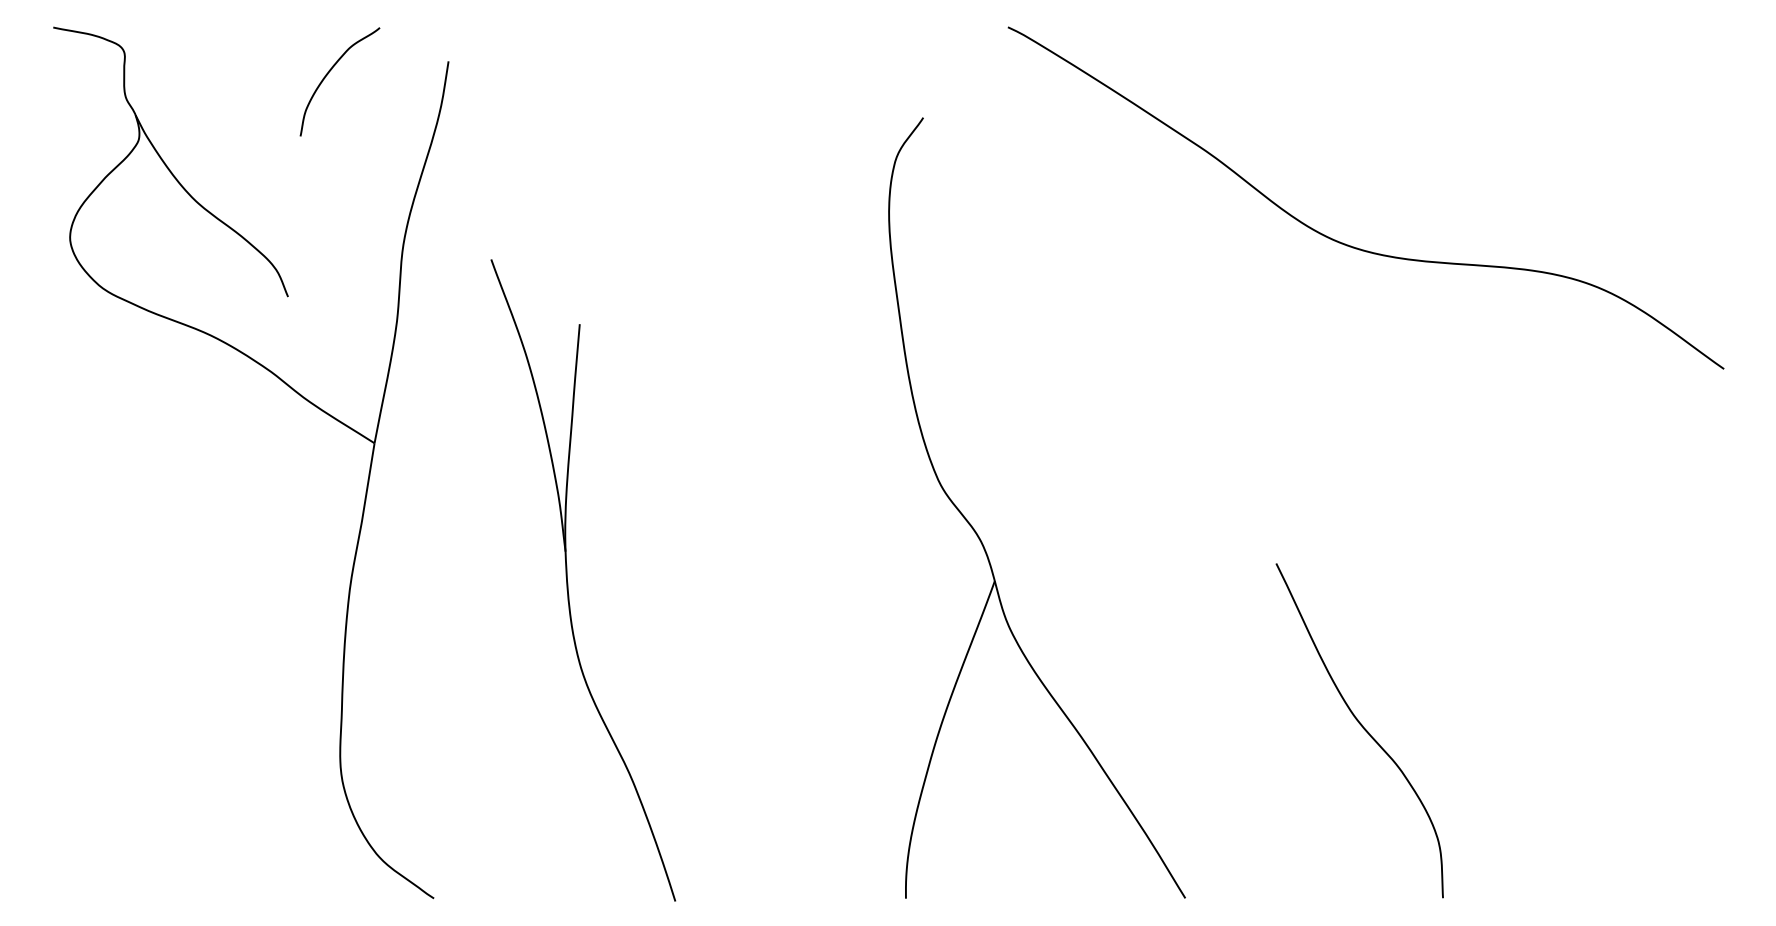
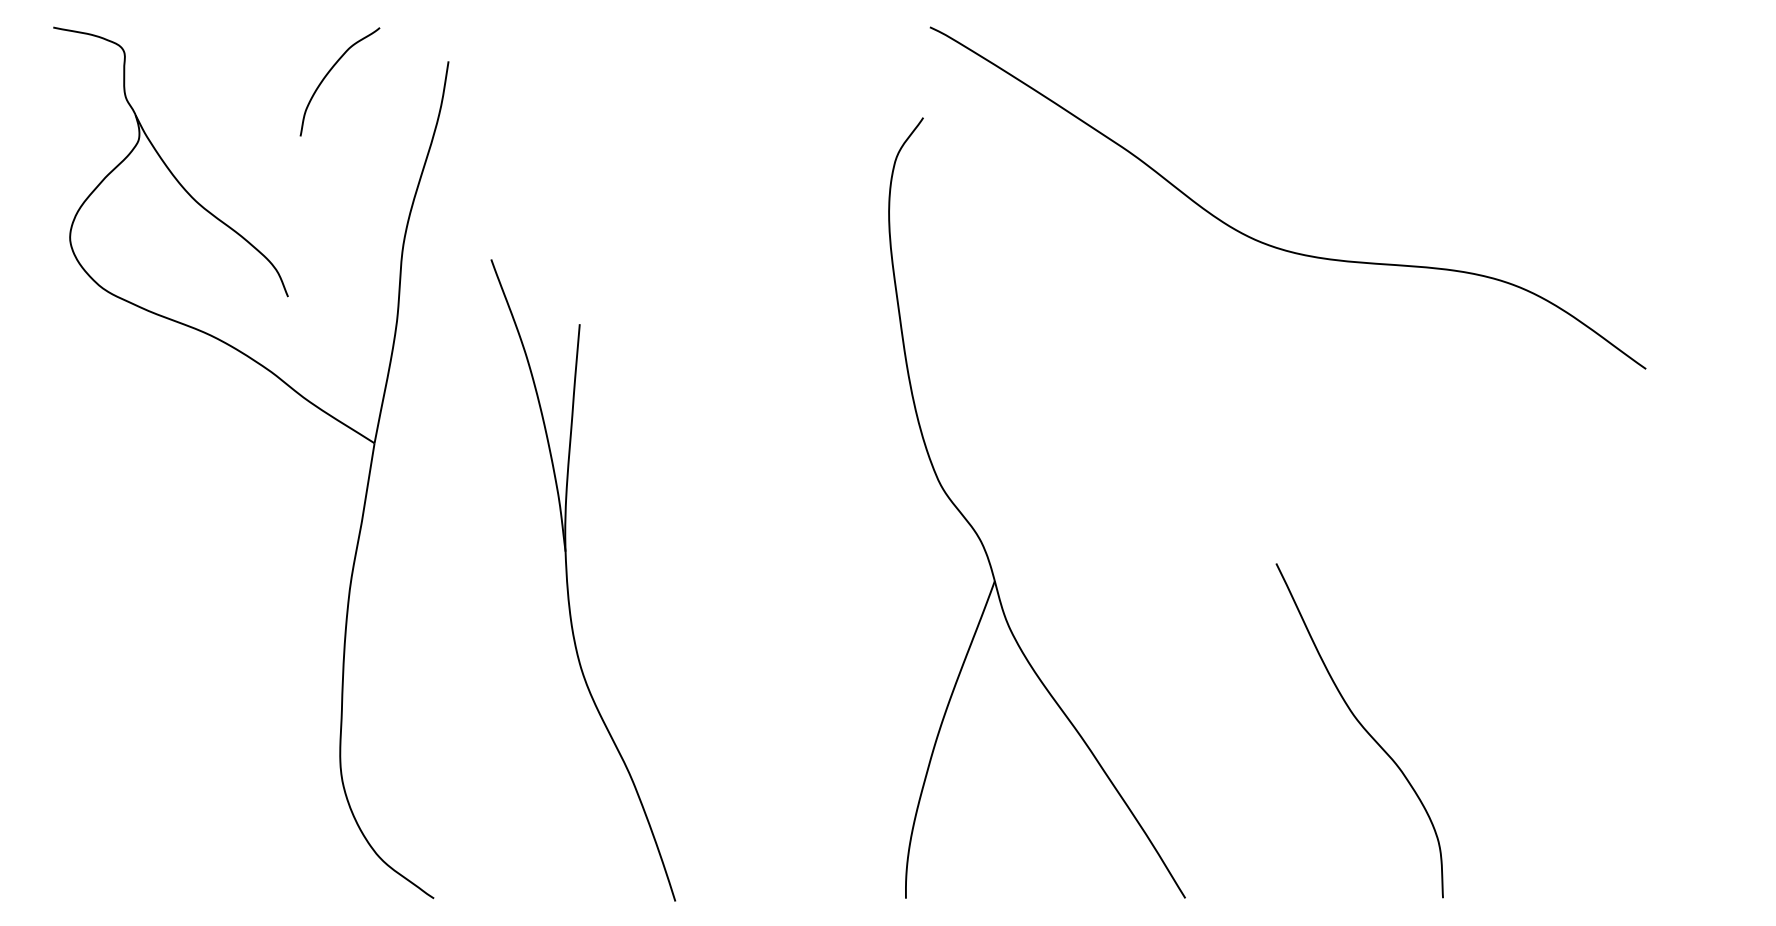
curve at (1348, 244) position: (1348, 244) -> (1270, 244)
